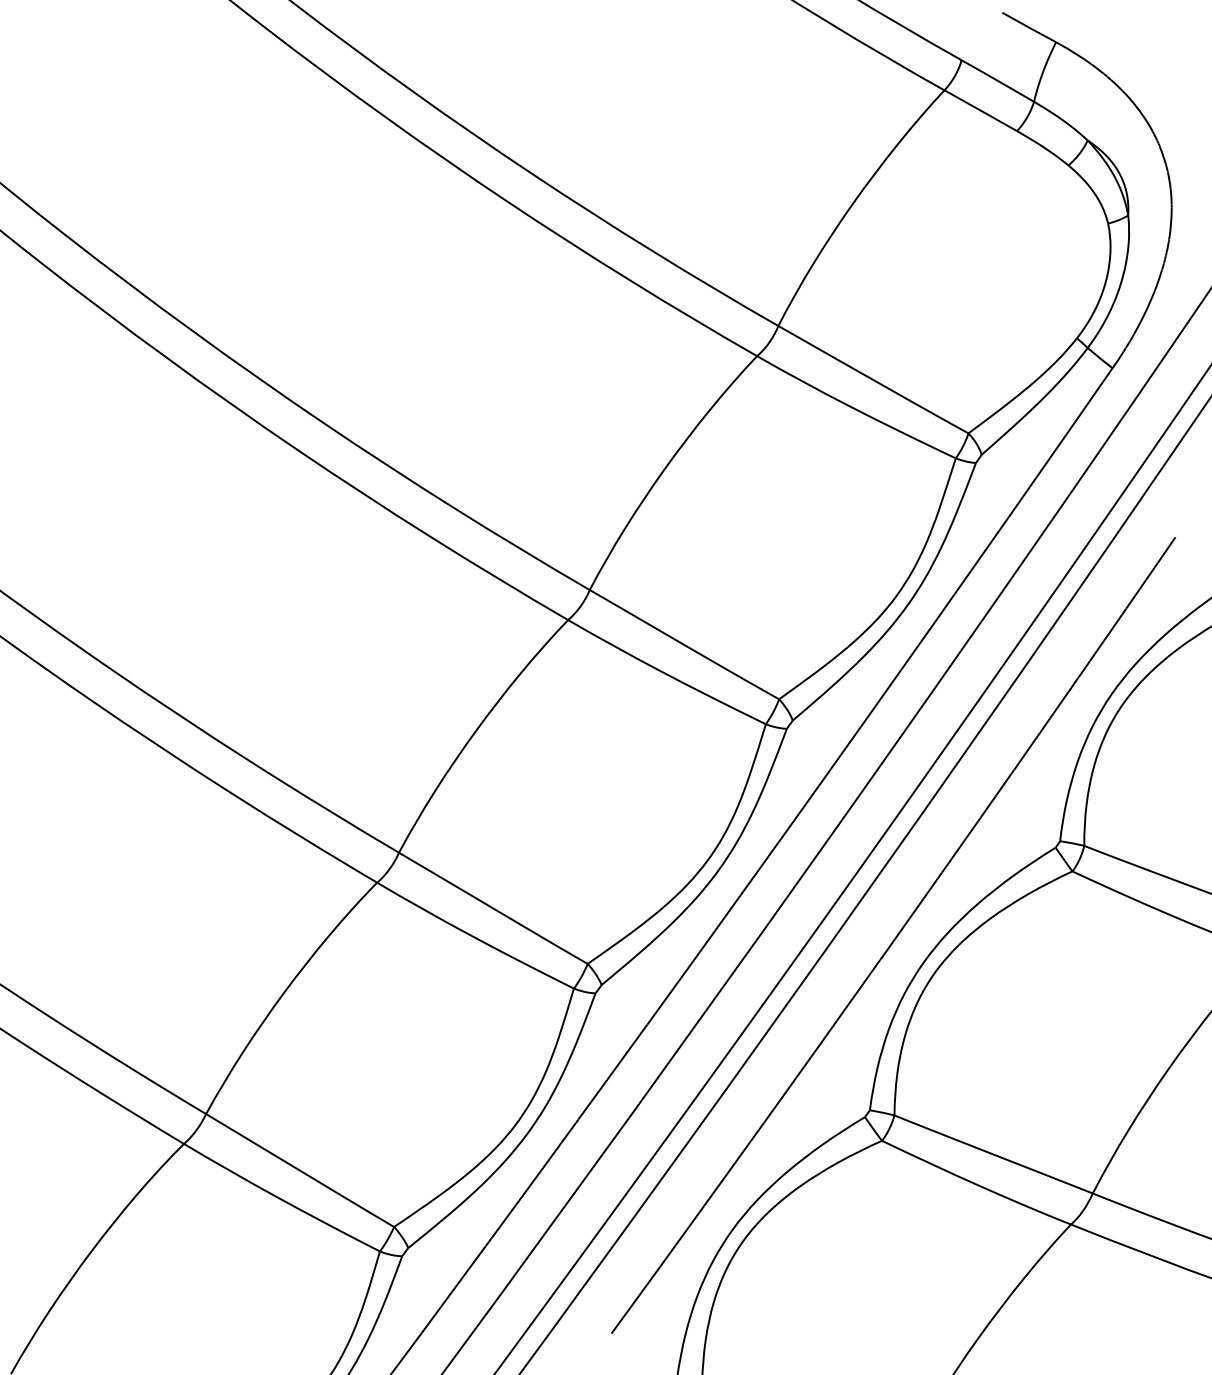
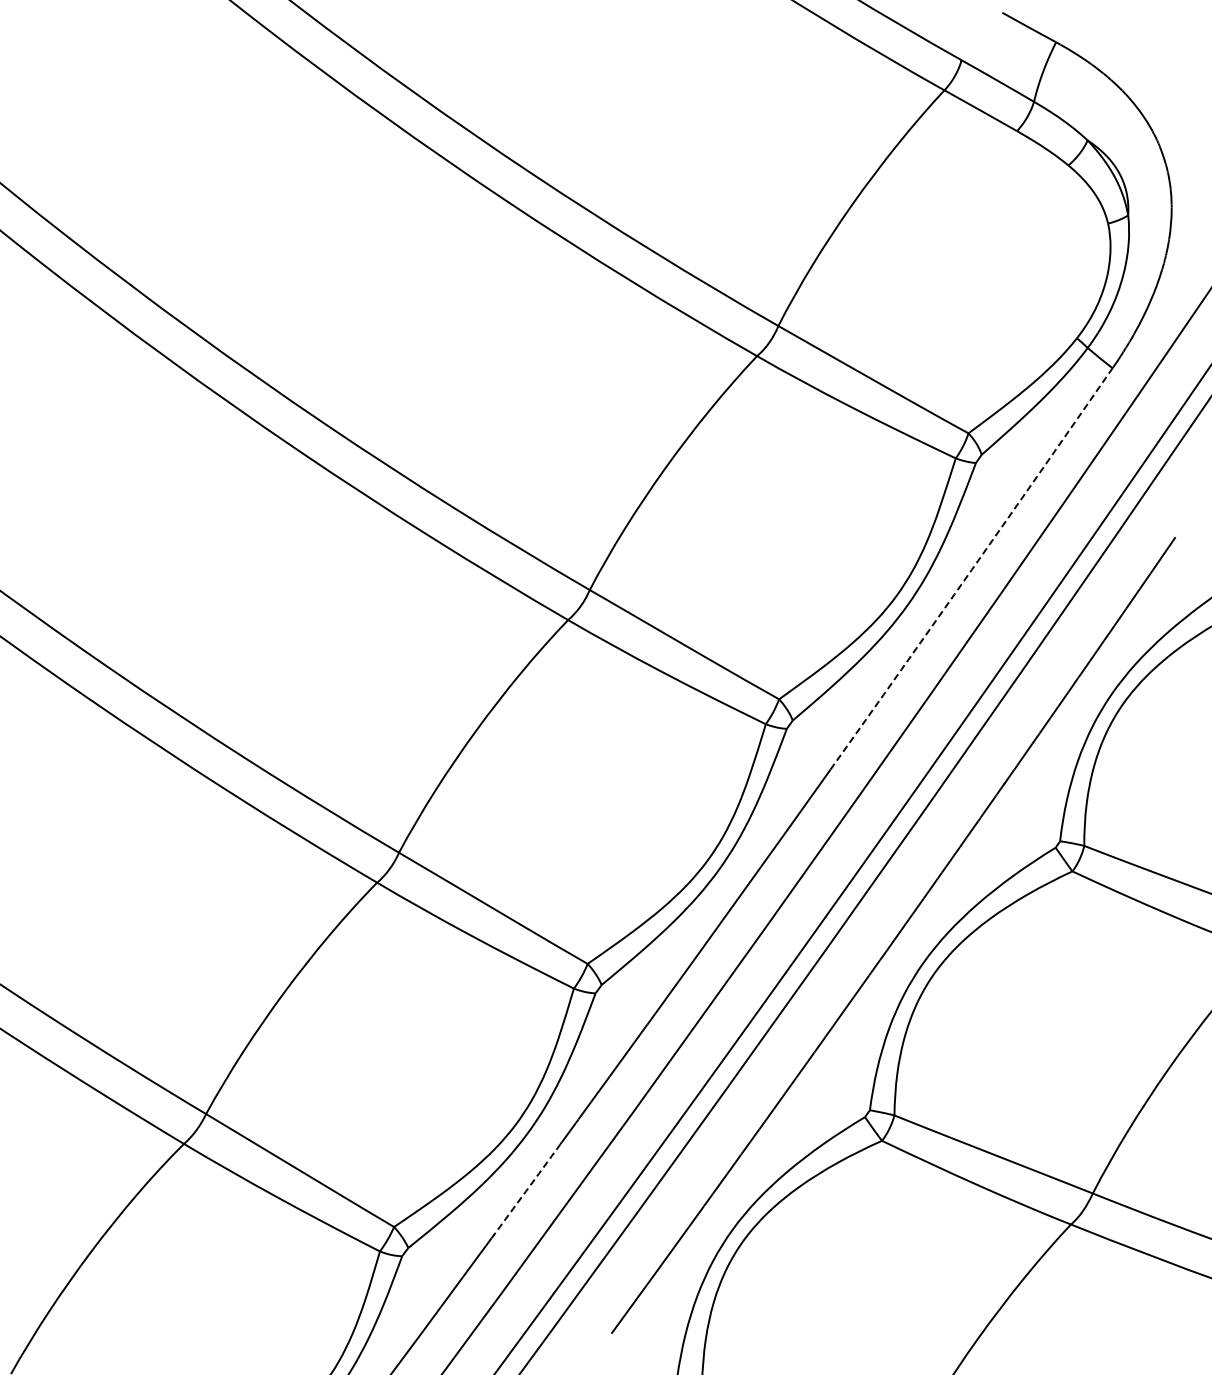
arc at (972, 569): solid -> dashed
arc at (525, 1191): solid -> dashed
